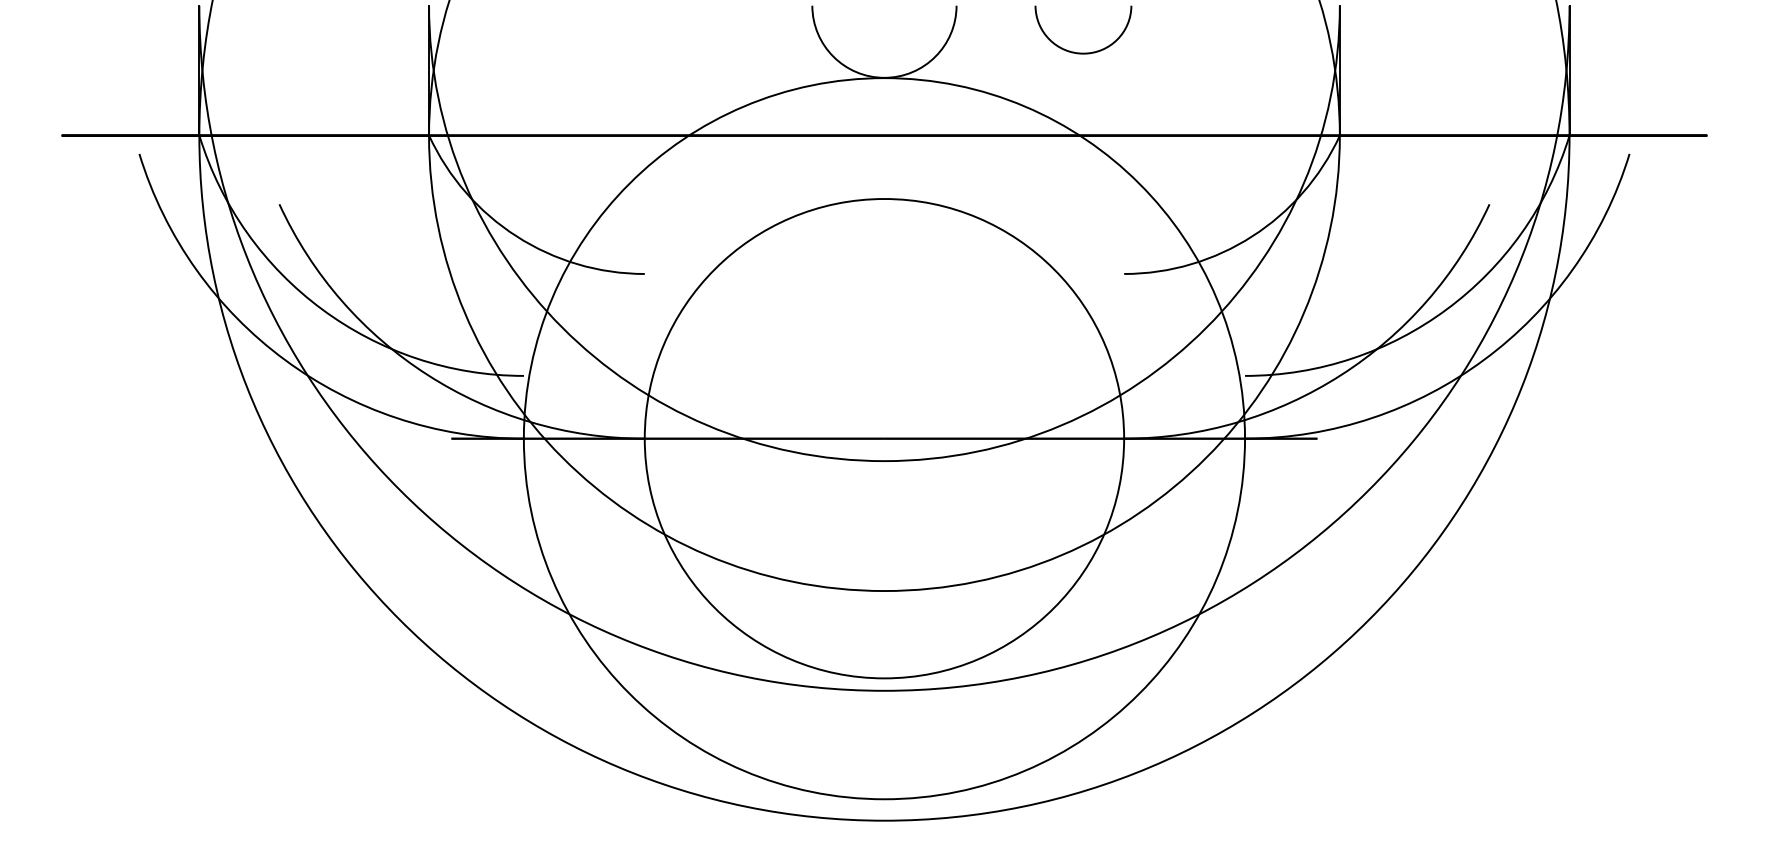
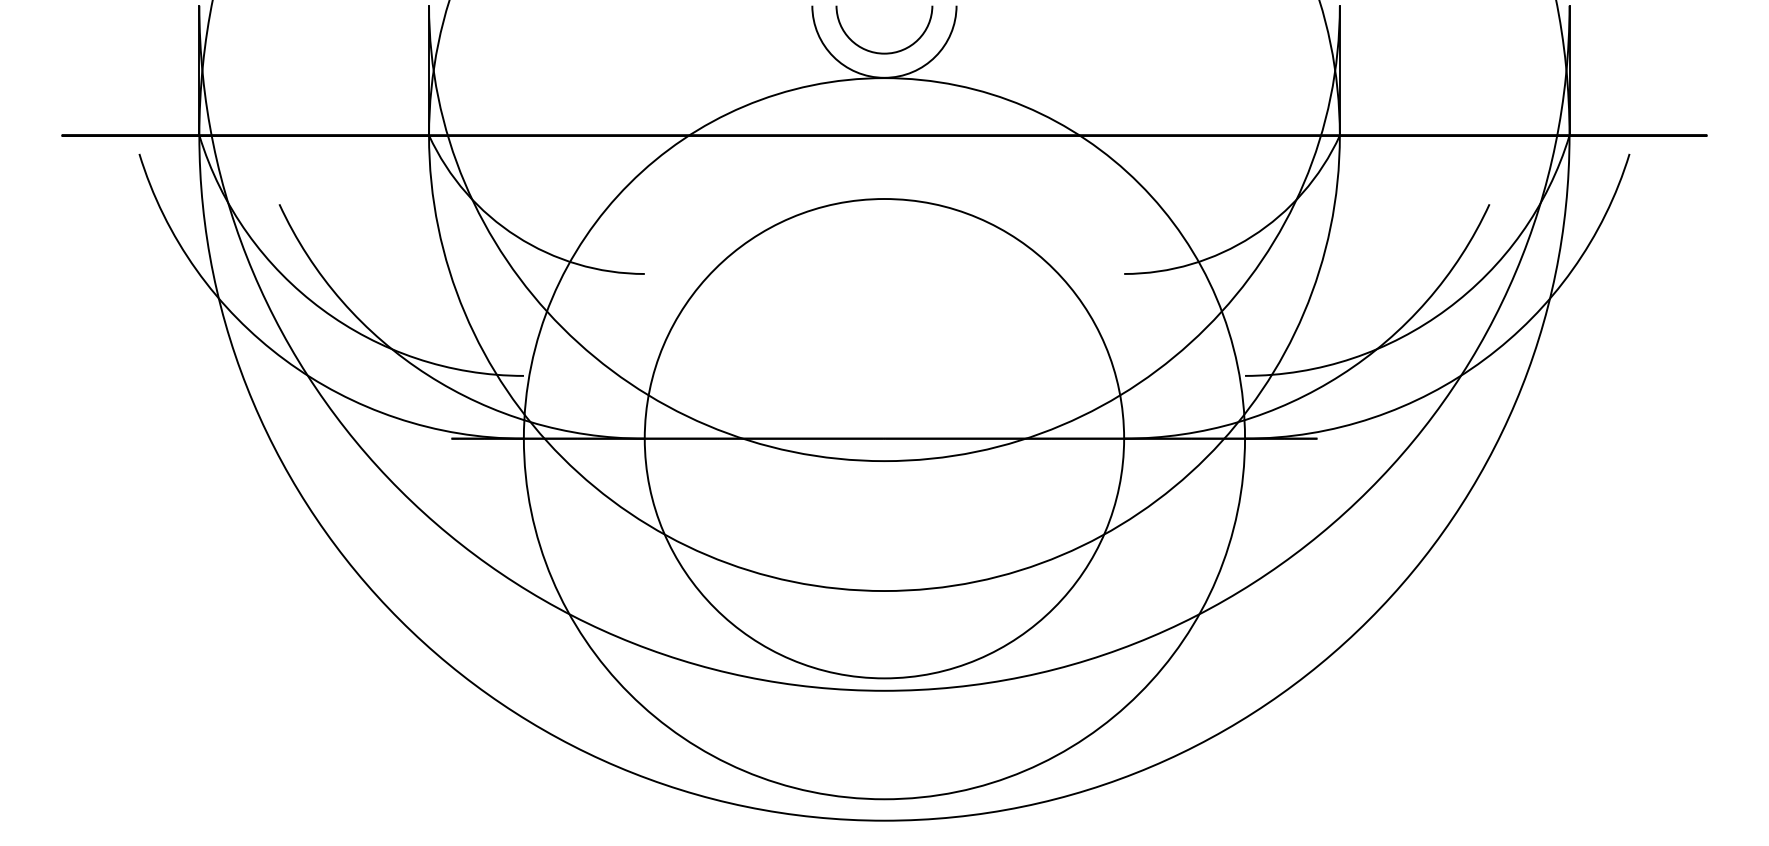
arc at (1083, 52) position: (1083, 52) -> (884, 52)
